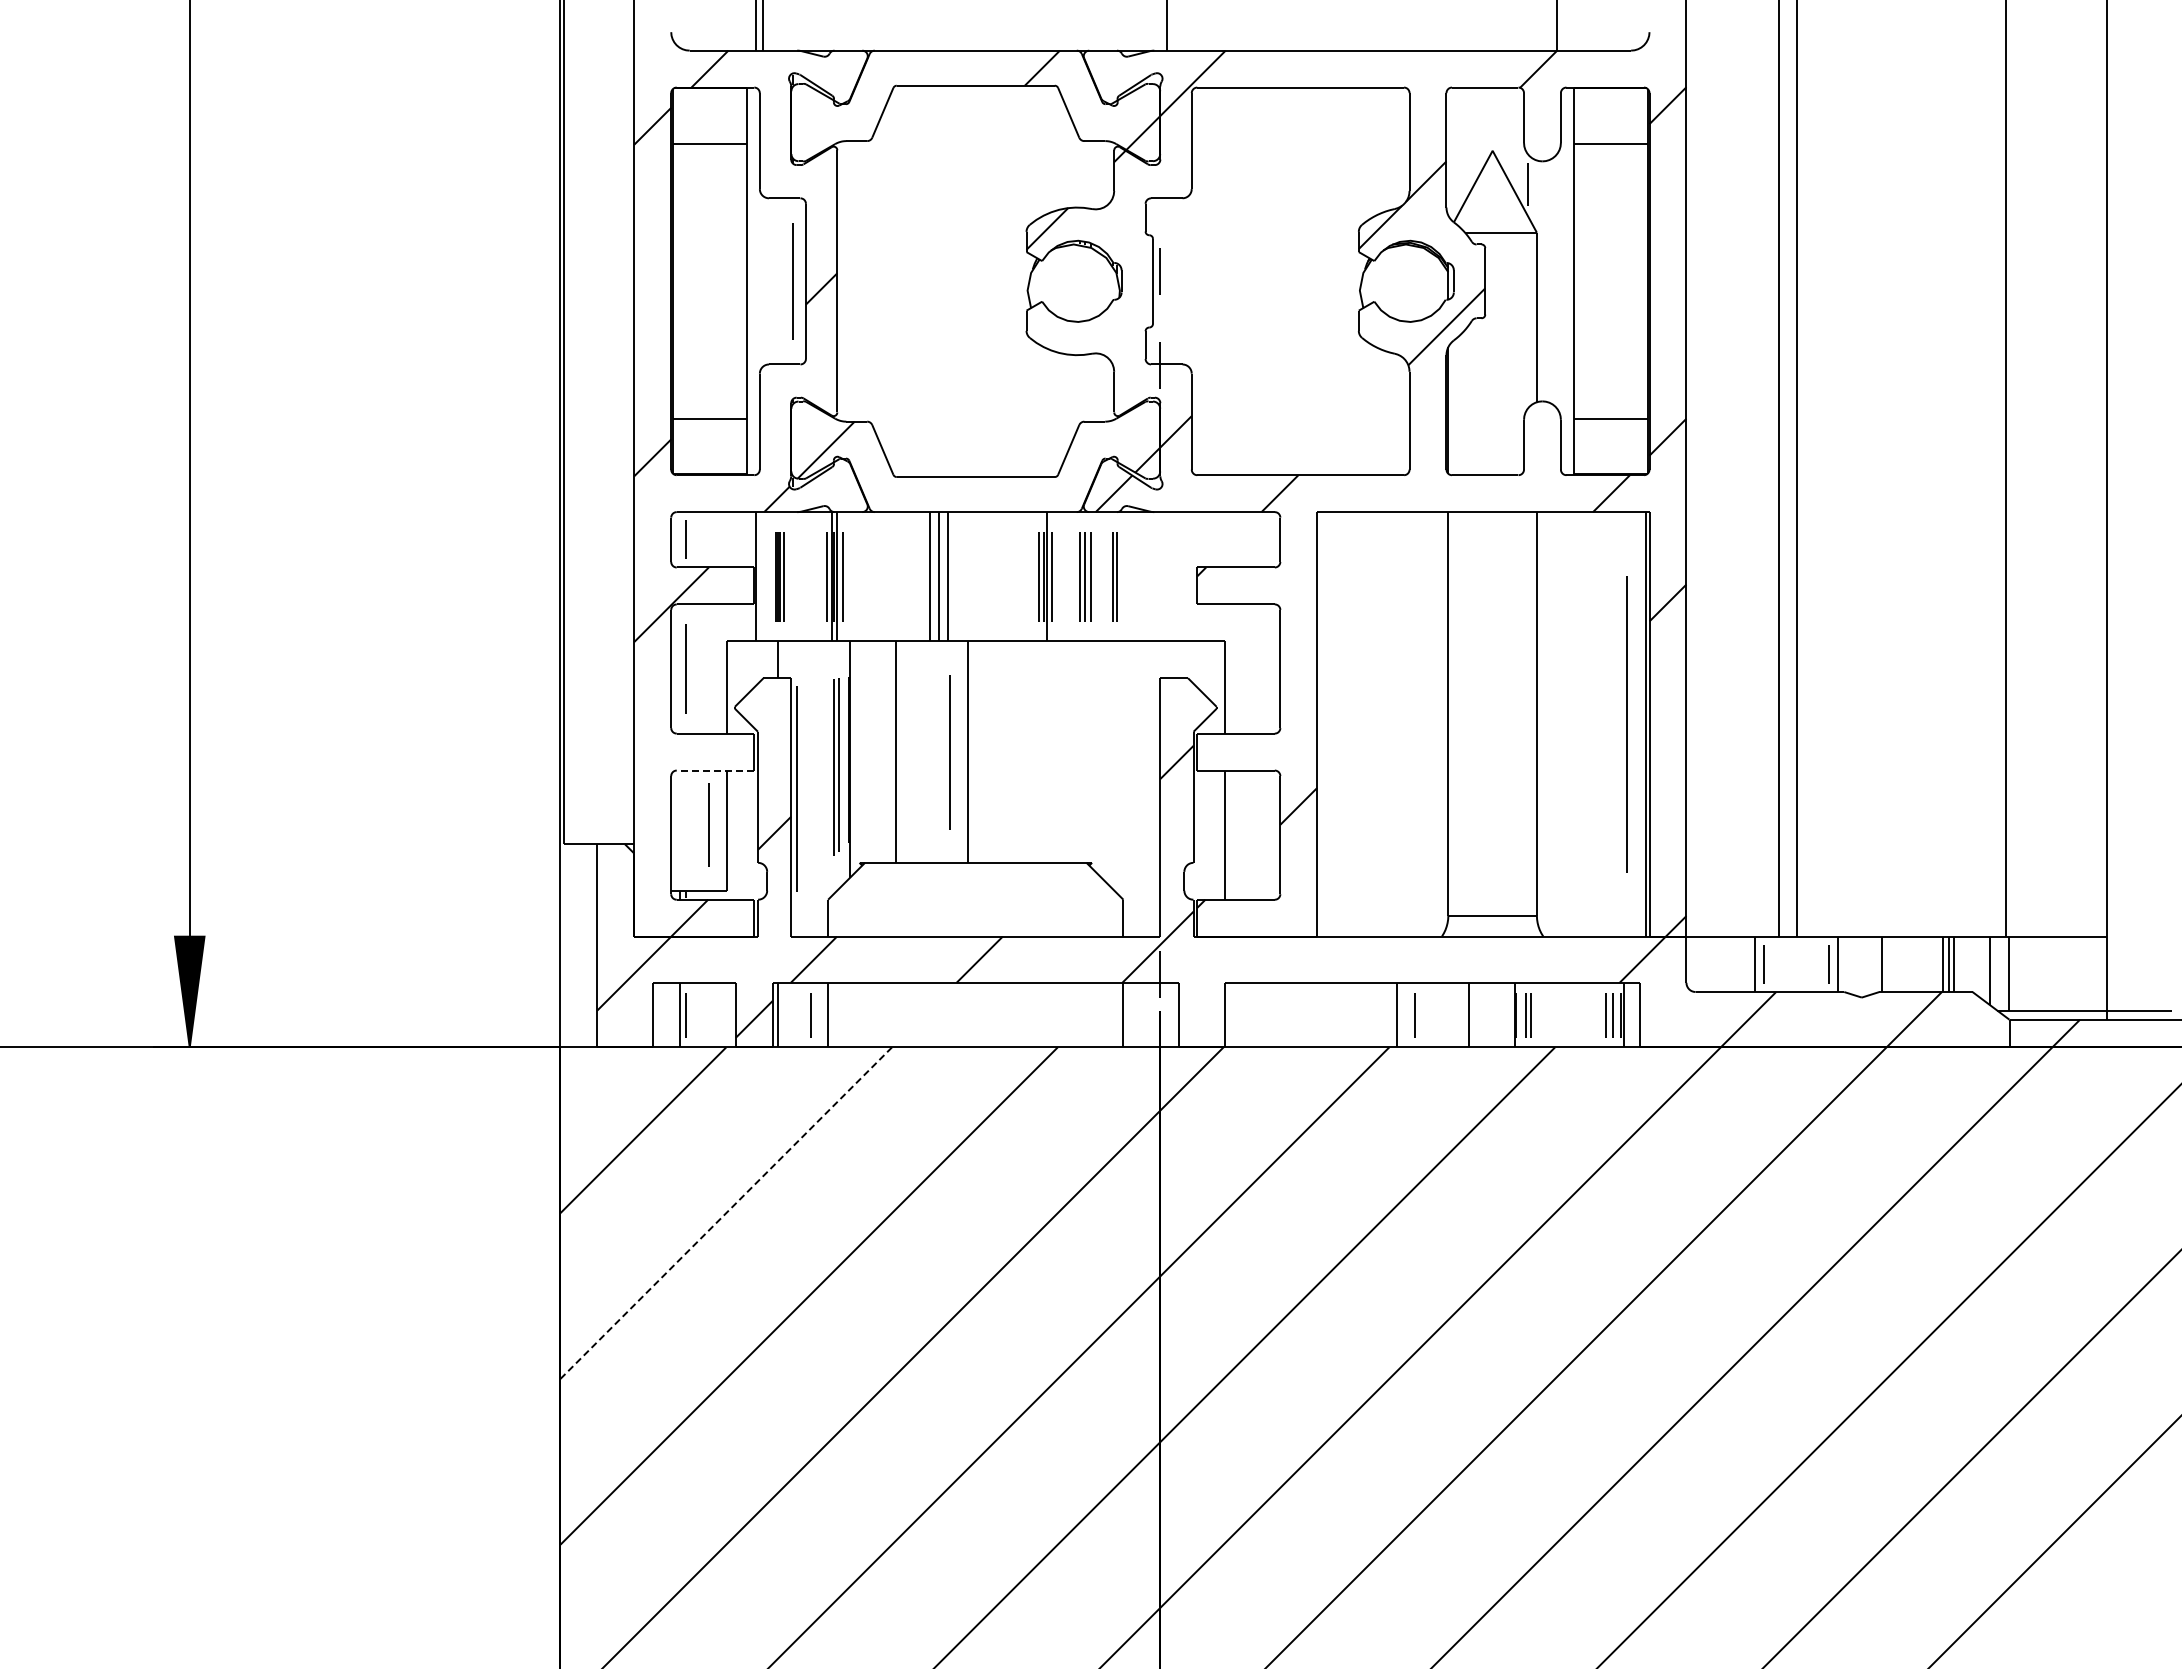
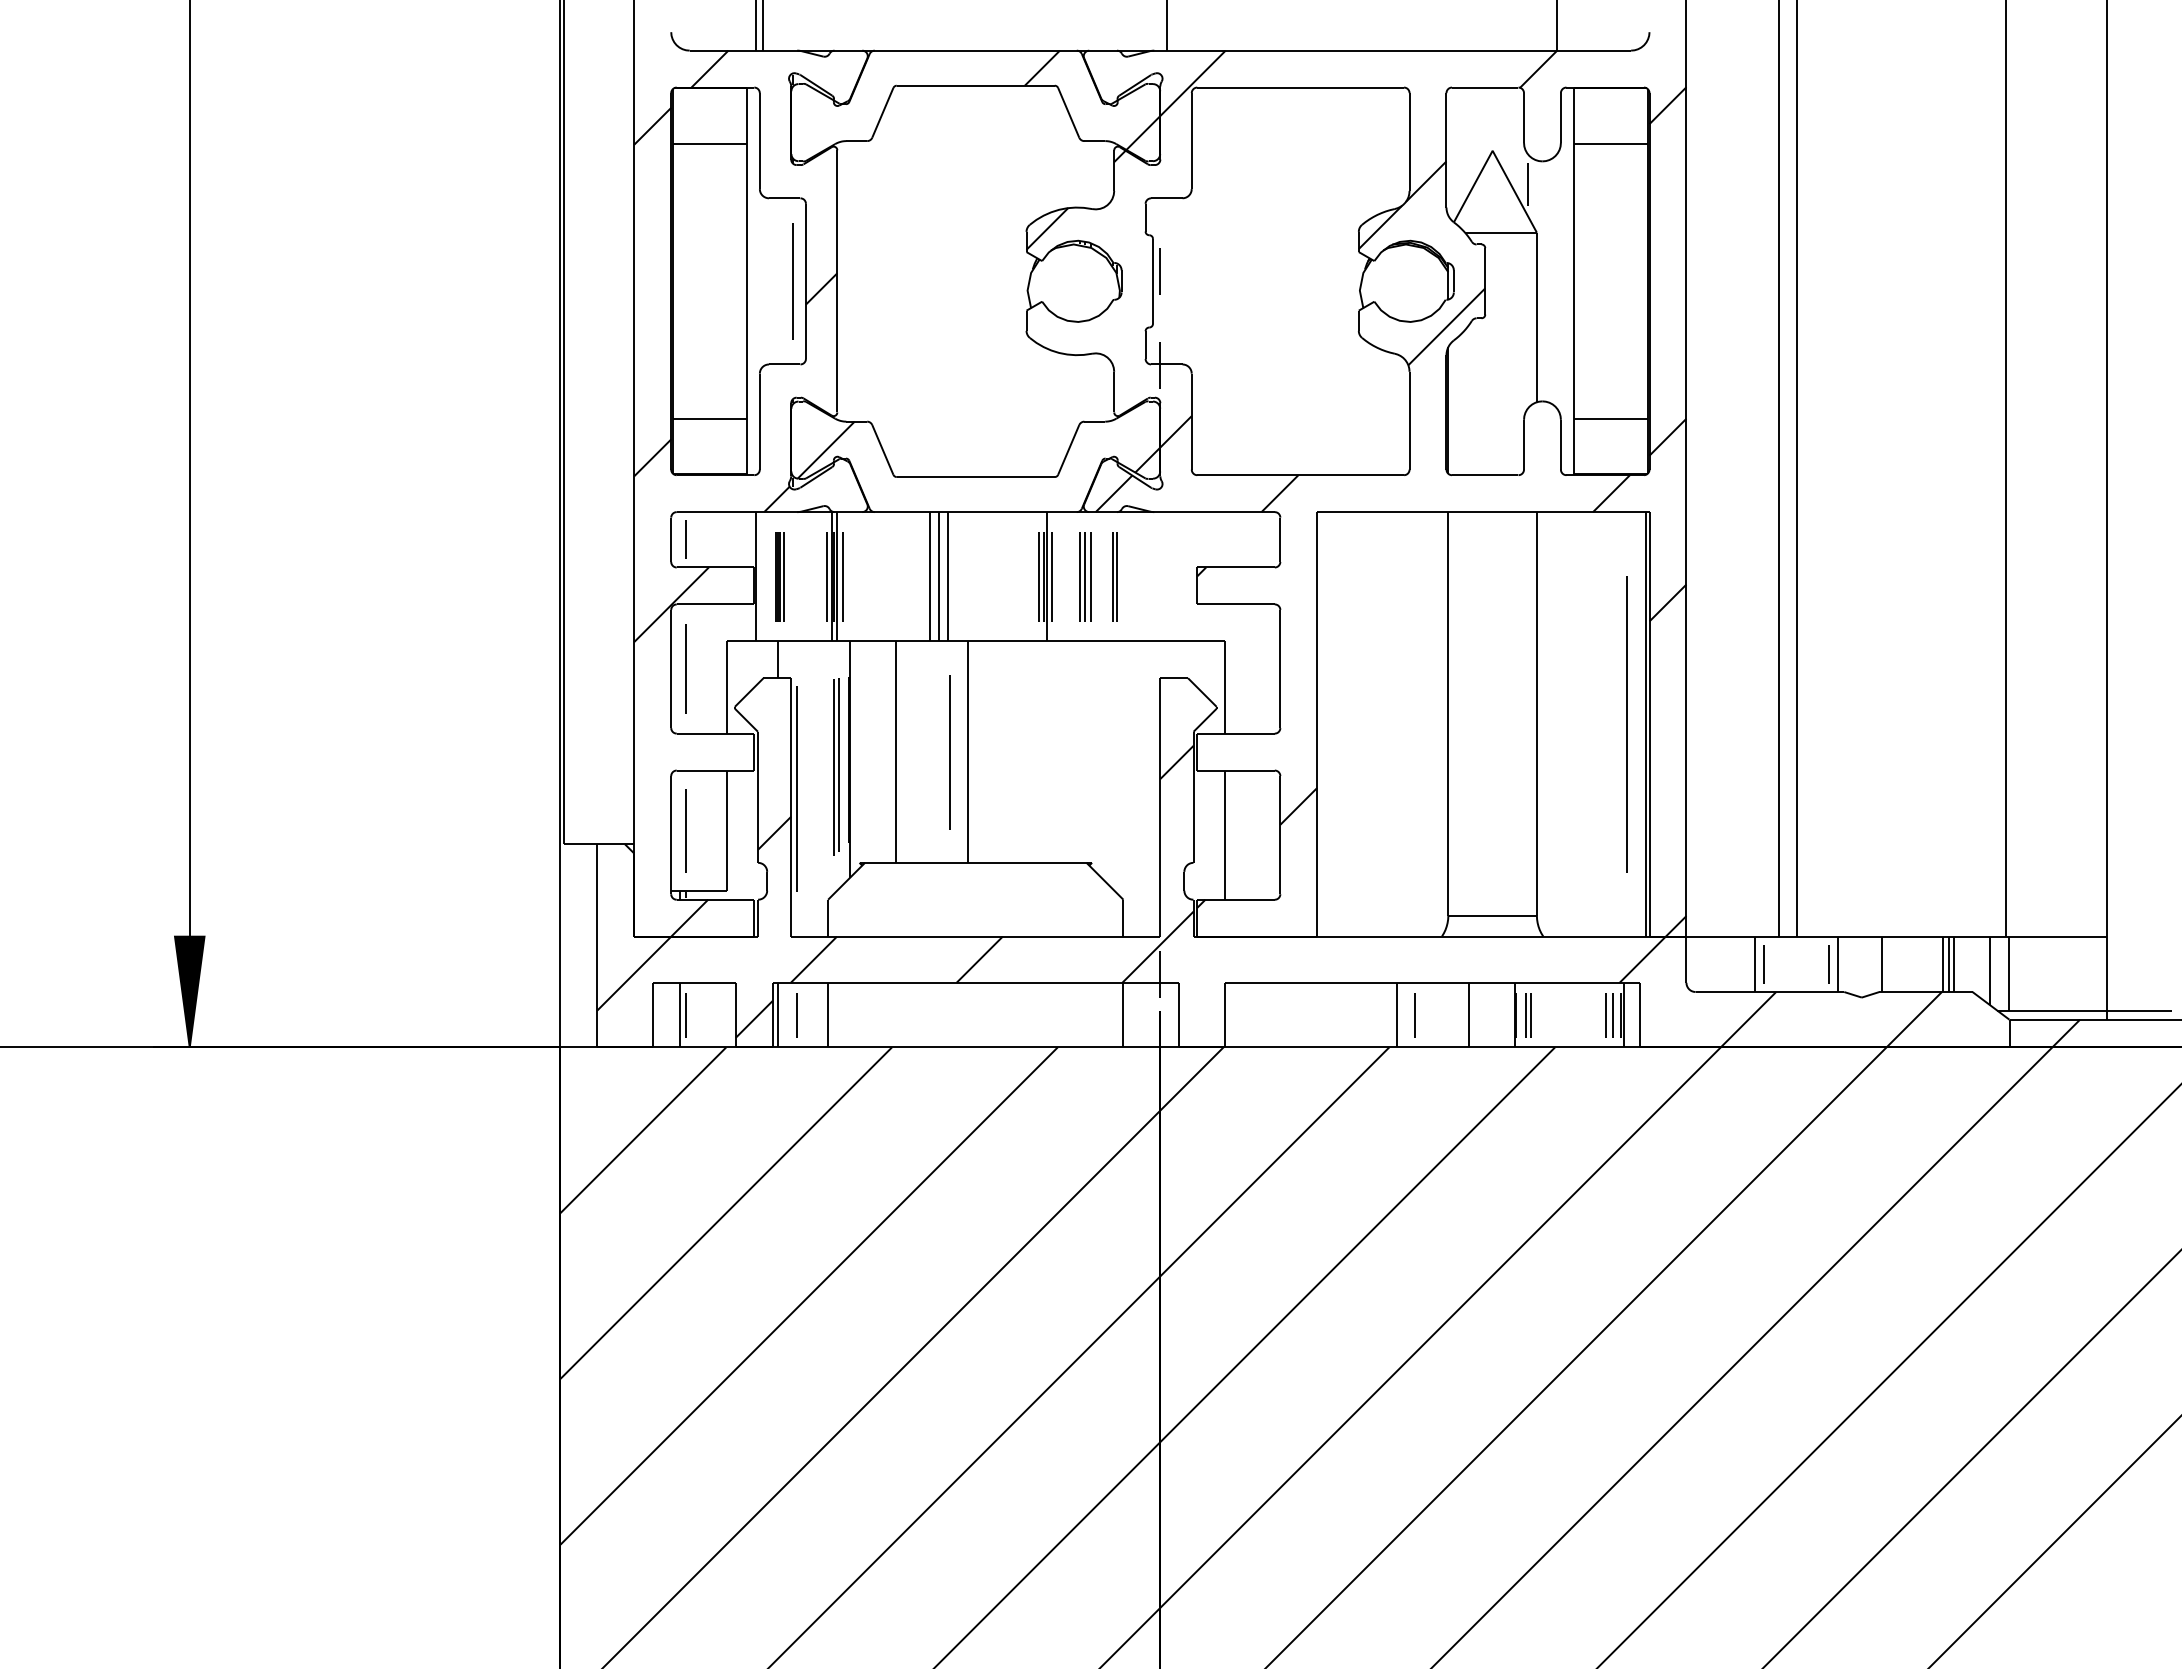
line at (715, 770): dashed -> solid
line at (708, 824) position: (708, 824) -> (685, 830)
line at (810, 1015) position: (810, 1015) -> (796, 1015)
line at (726, 1212): dashed -> solid
